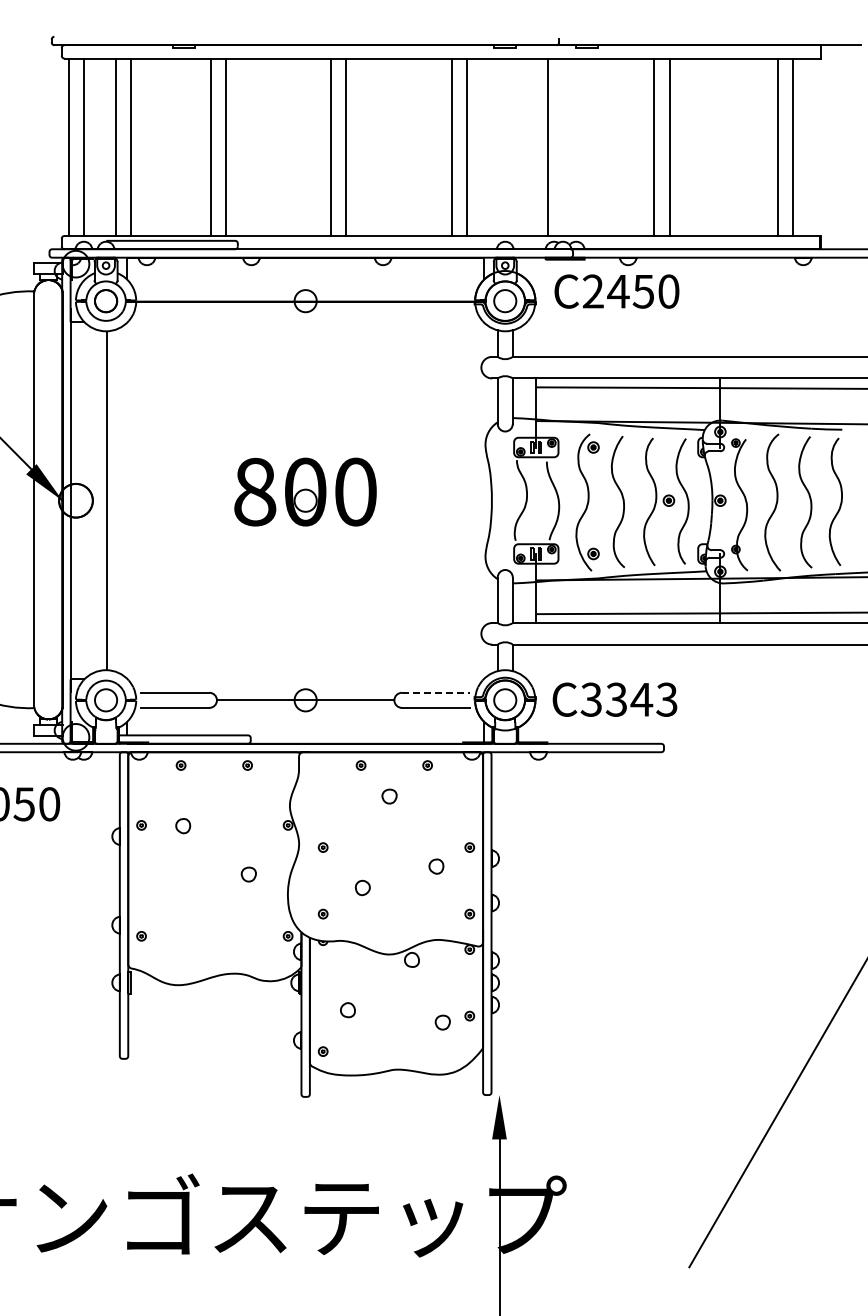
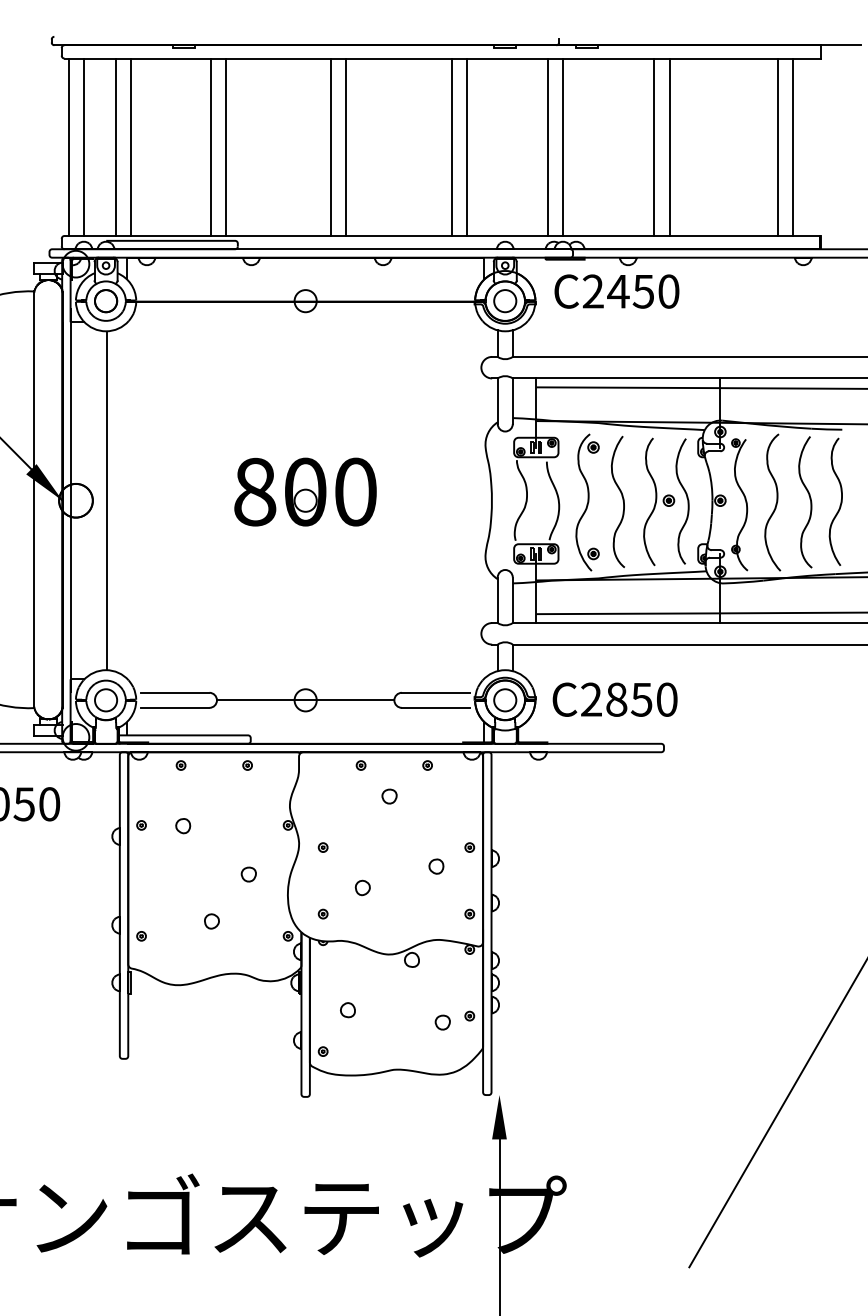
line at (562, 146): none -> present
line at (436, 692): dashed -> solid
text at (628, 699): C3343 -> C2850
part at (211, 921): none -> present
